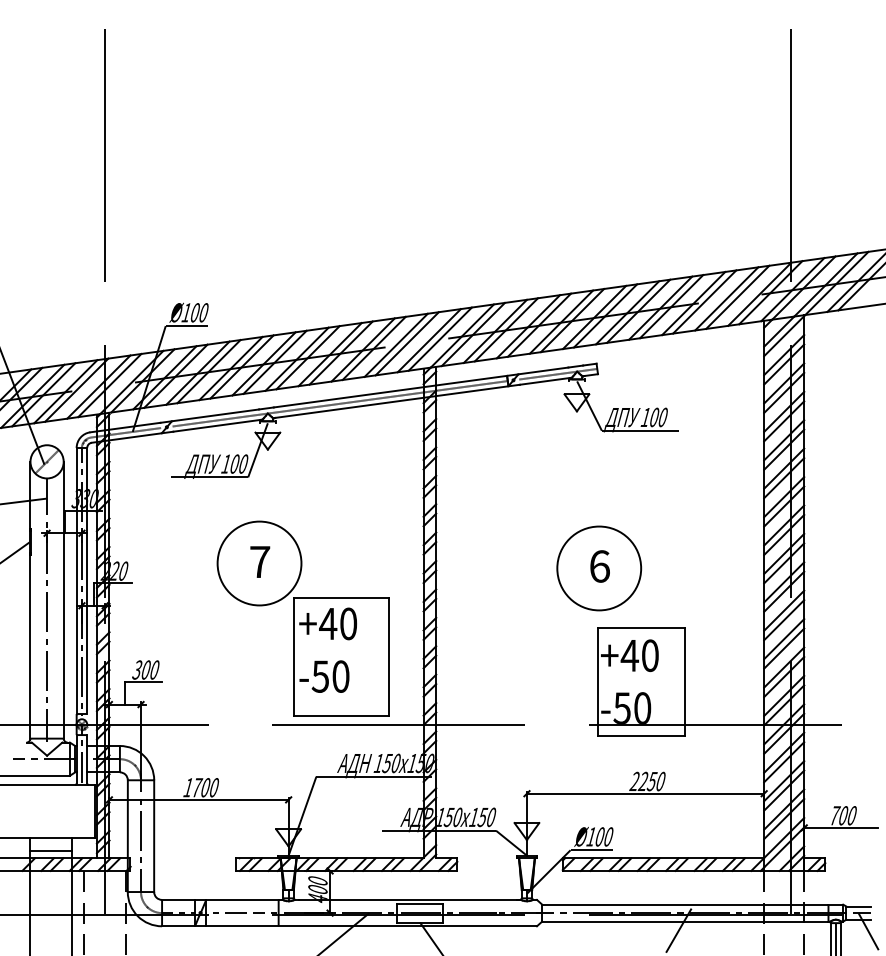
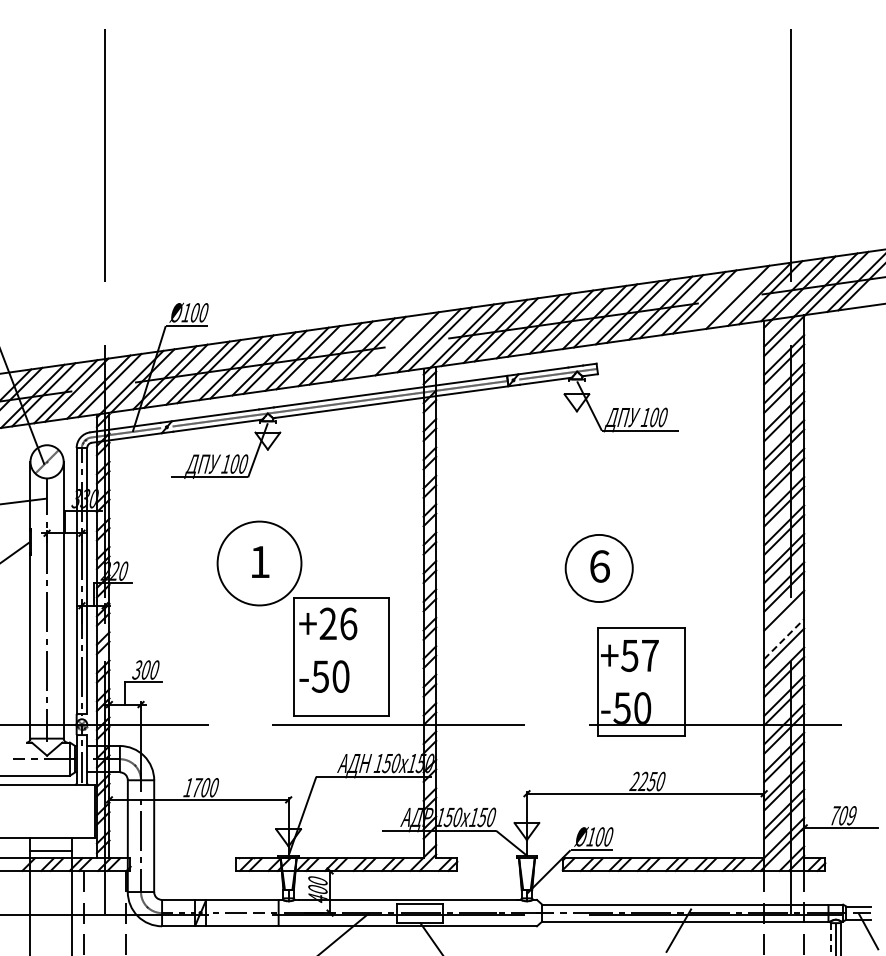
line at (726, 298): present -> none
line at (395, 344): present -> none
text at (260, 561): 7 -> 1
circle at (599, 568) diameter: 84 px -> 67 px
line at (784, 620): present -> none
text at (338, 623): +40 -> +26
line at (784, 638): solid -> dashed
text at (639, 655): +40 -> +57
text at (851, 815): 700 -> 709
line at (830, 939): solid -> dashed
